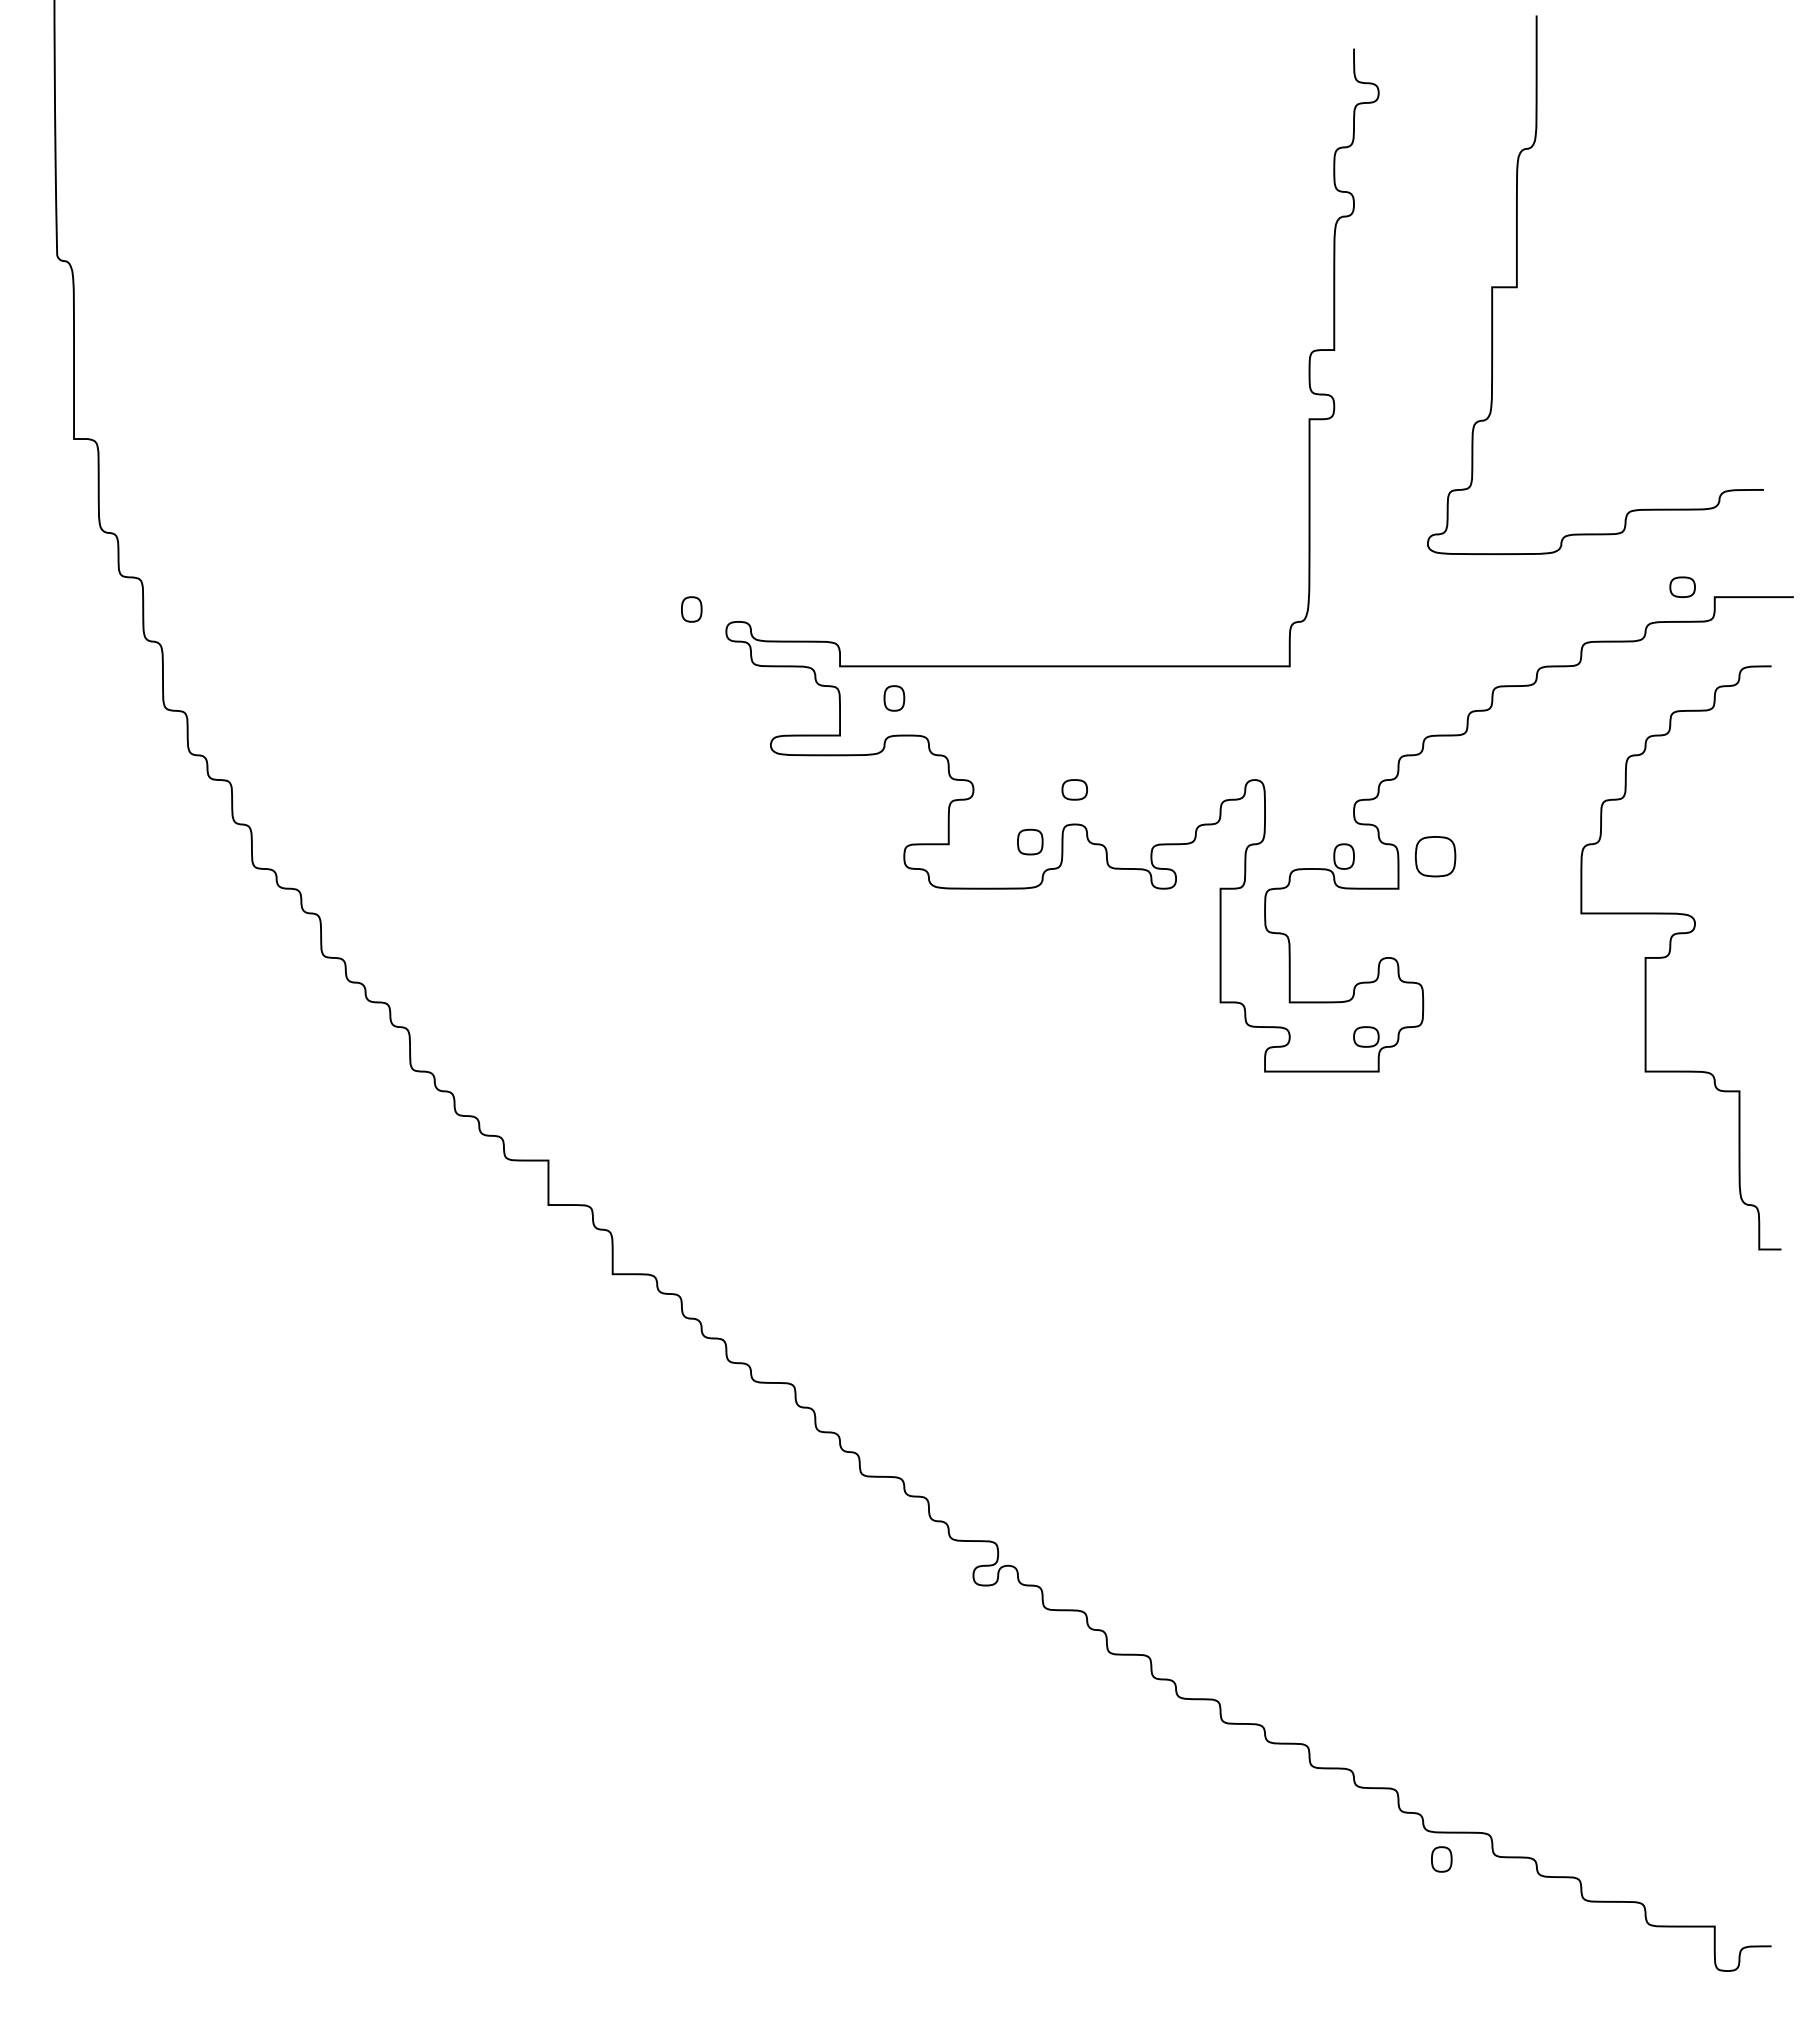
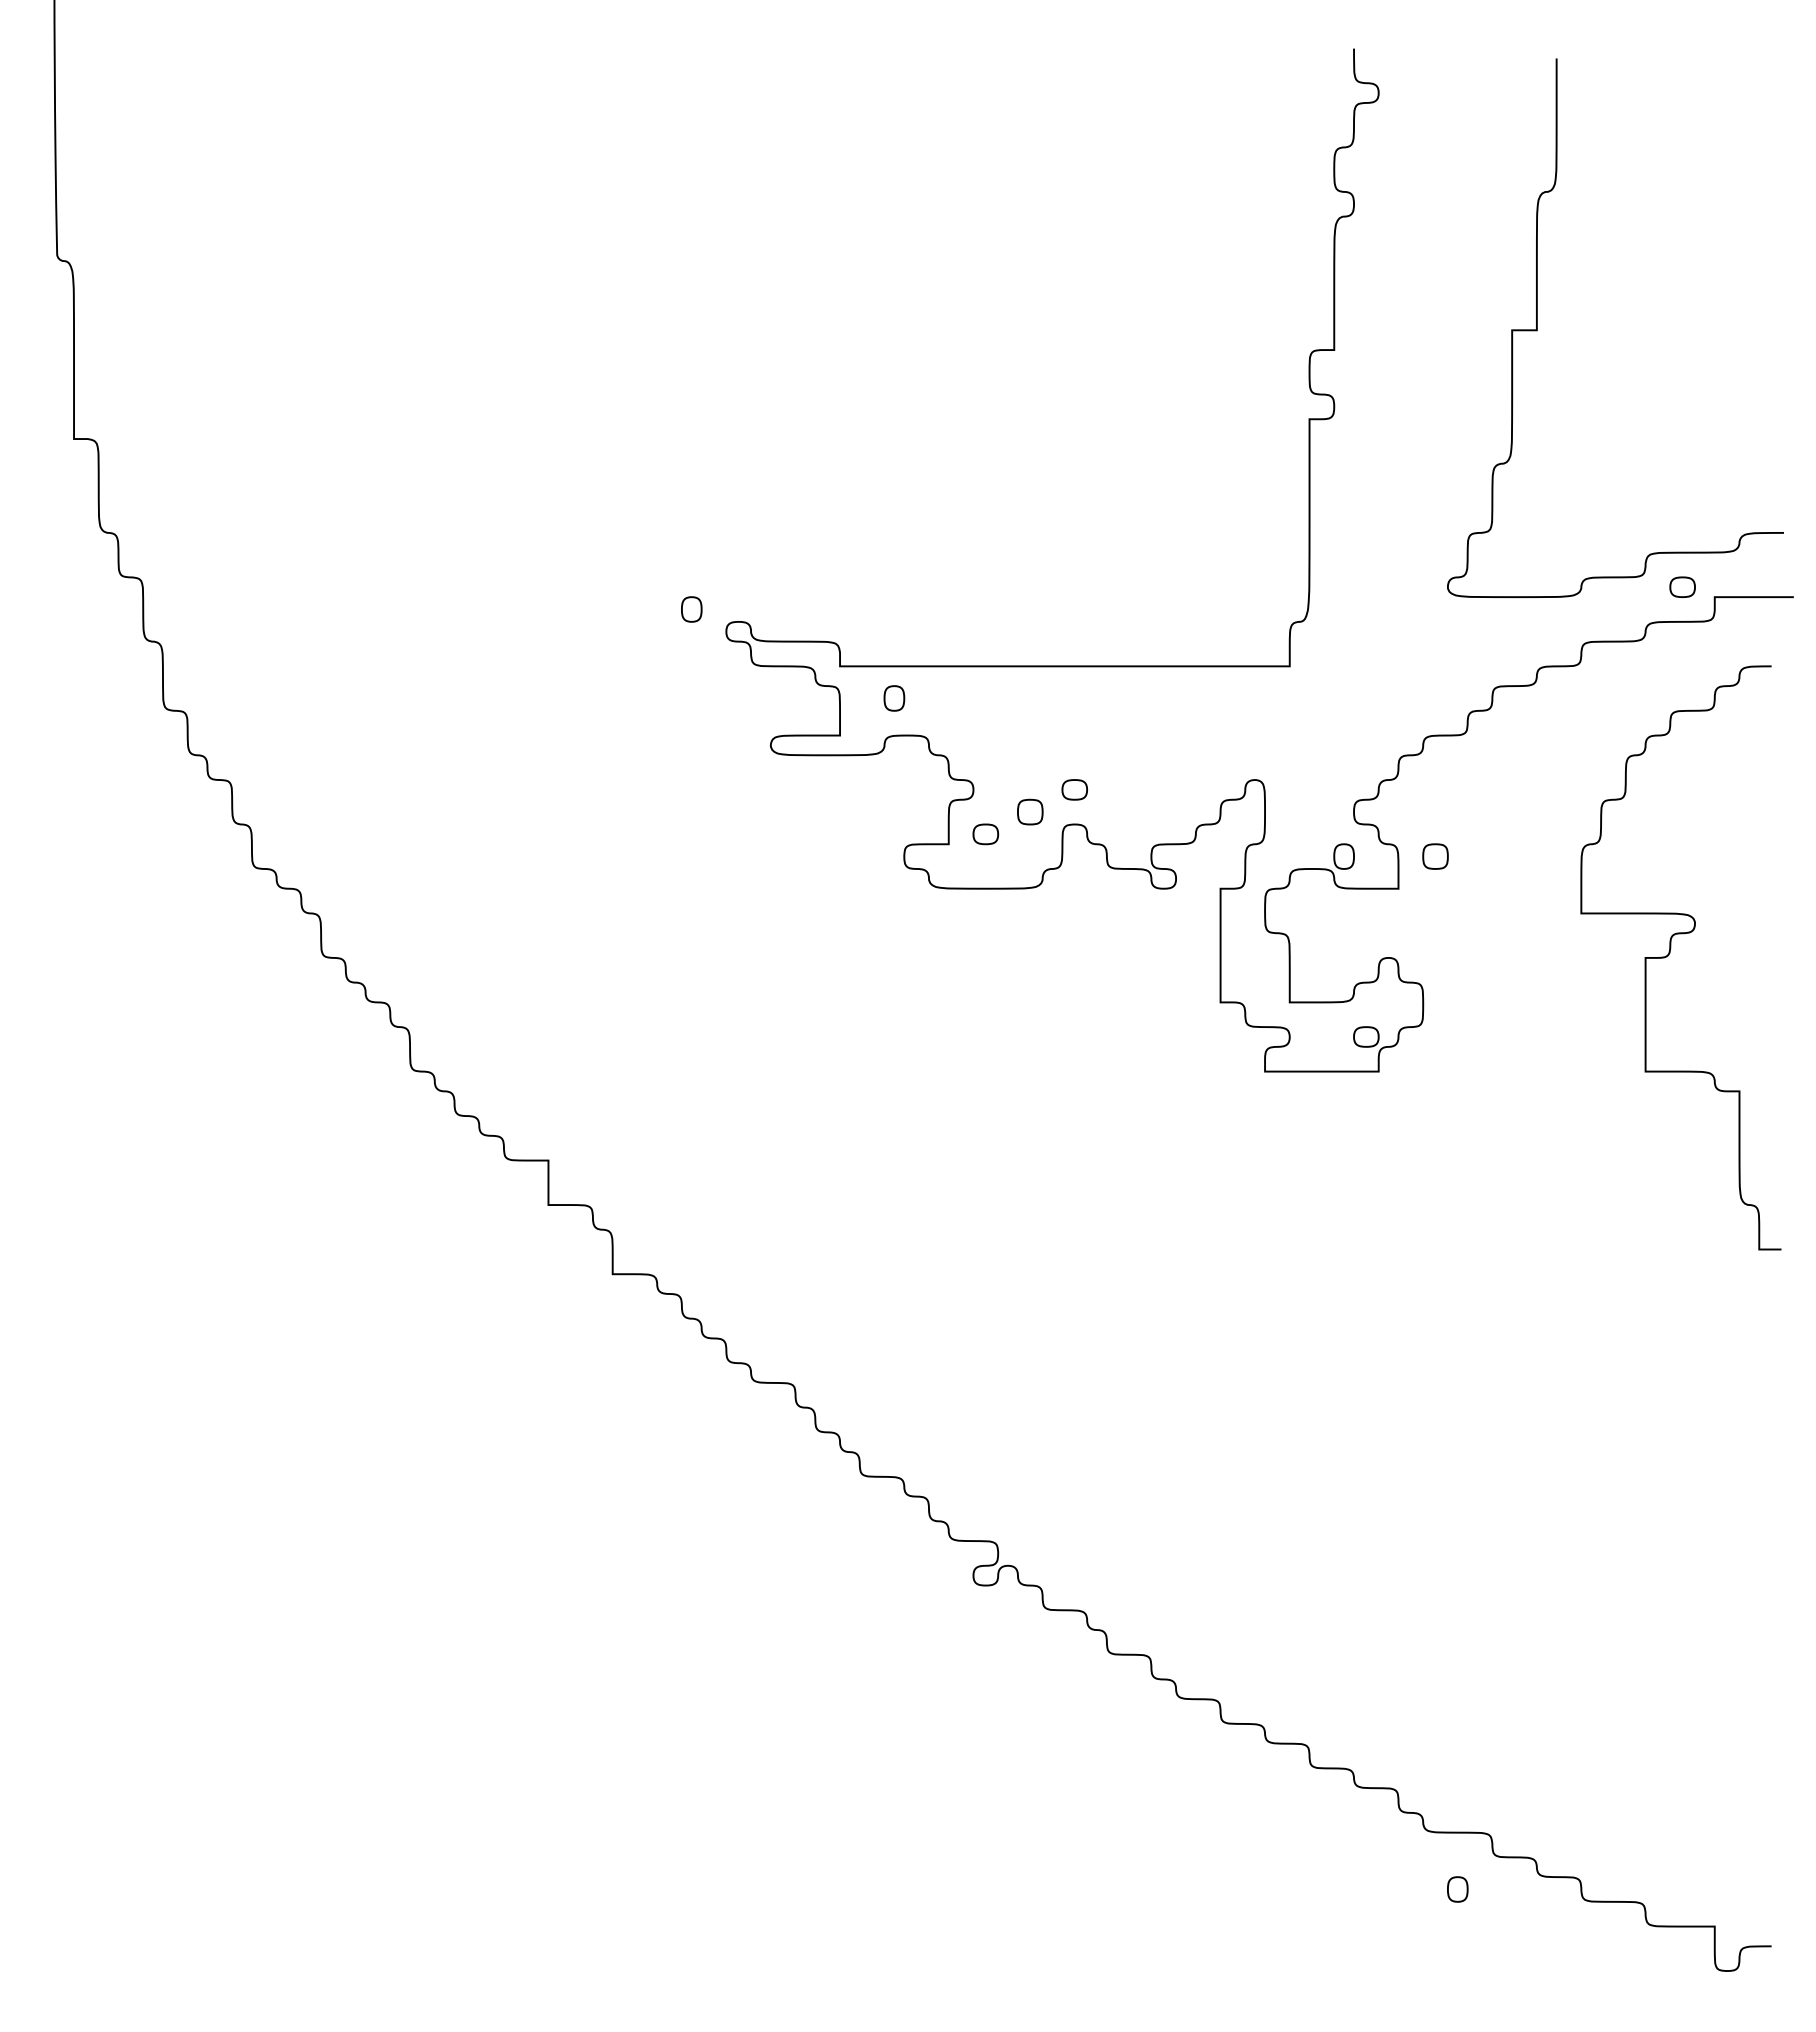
curve at (1517, 284) position: (1517, 284) -> (1537, 327)
part at (985, 834): none -> present
part at (1030, 841) position: (1030, 841) -> (1030, 811)
part at (1435, 856) size: 43x42 px -> 27x27 px
part at (1441, 1859) position: (1441, 1859) -> (1457, 1889)
